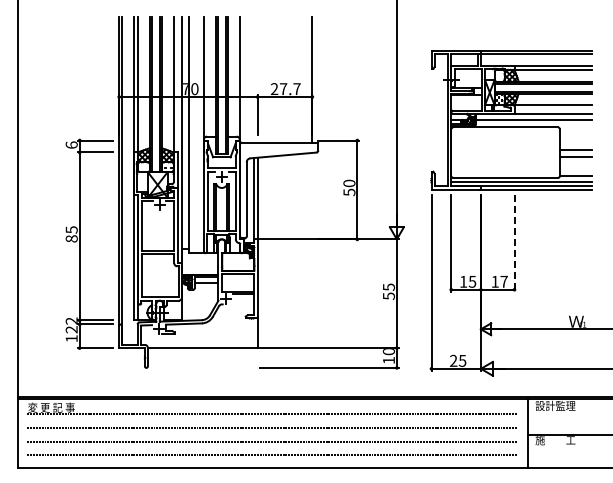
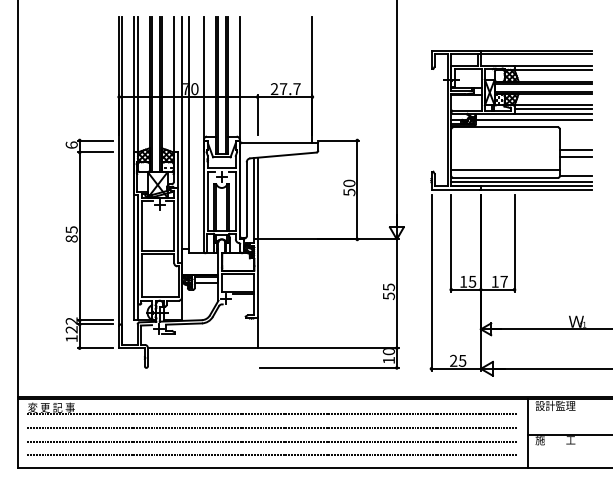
line at (552, 109): none -> present
line at (505, 169): none -> present
line at (514, 244): dashed -> solid
